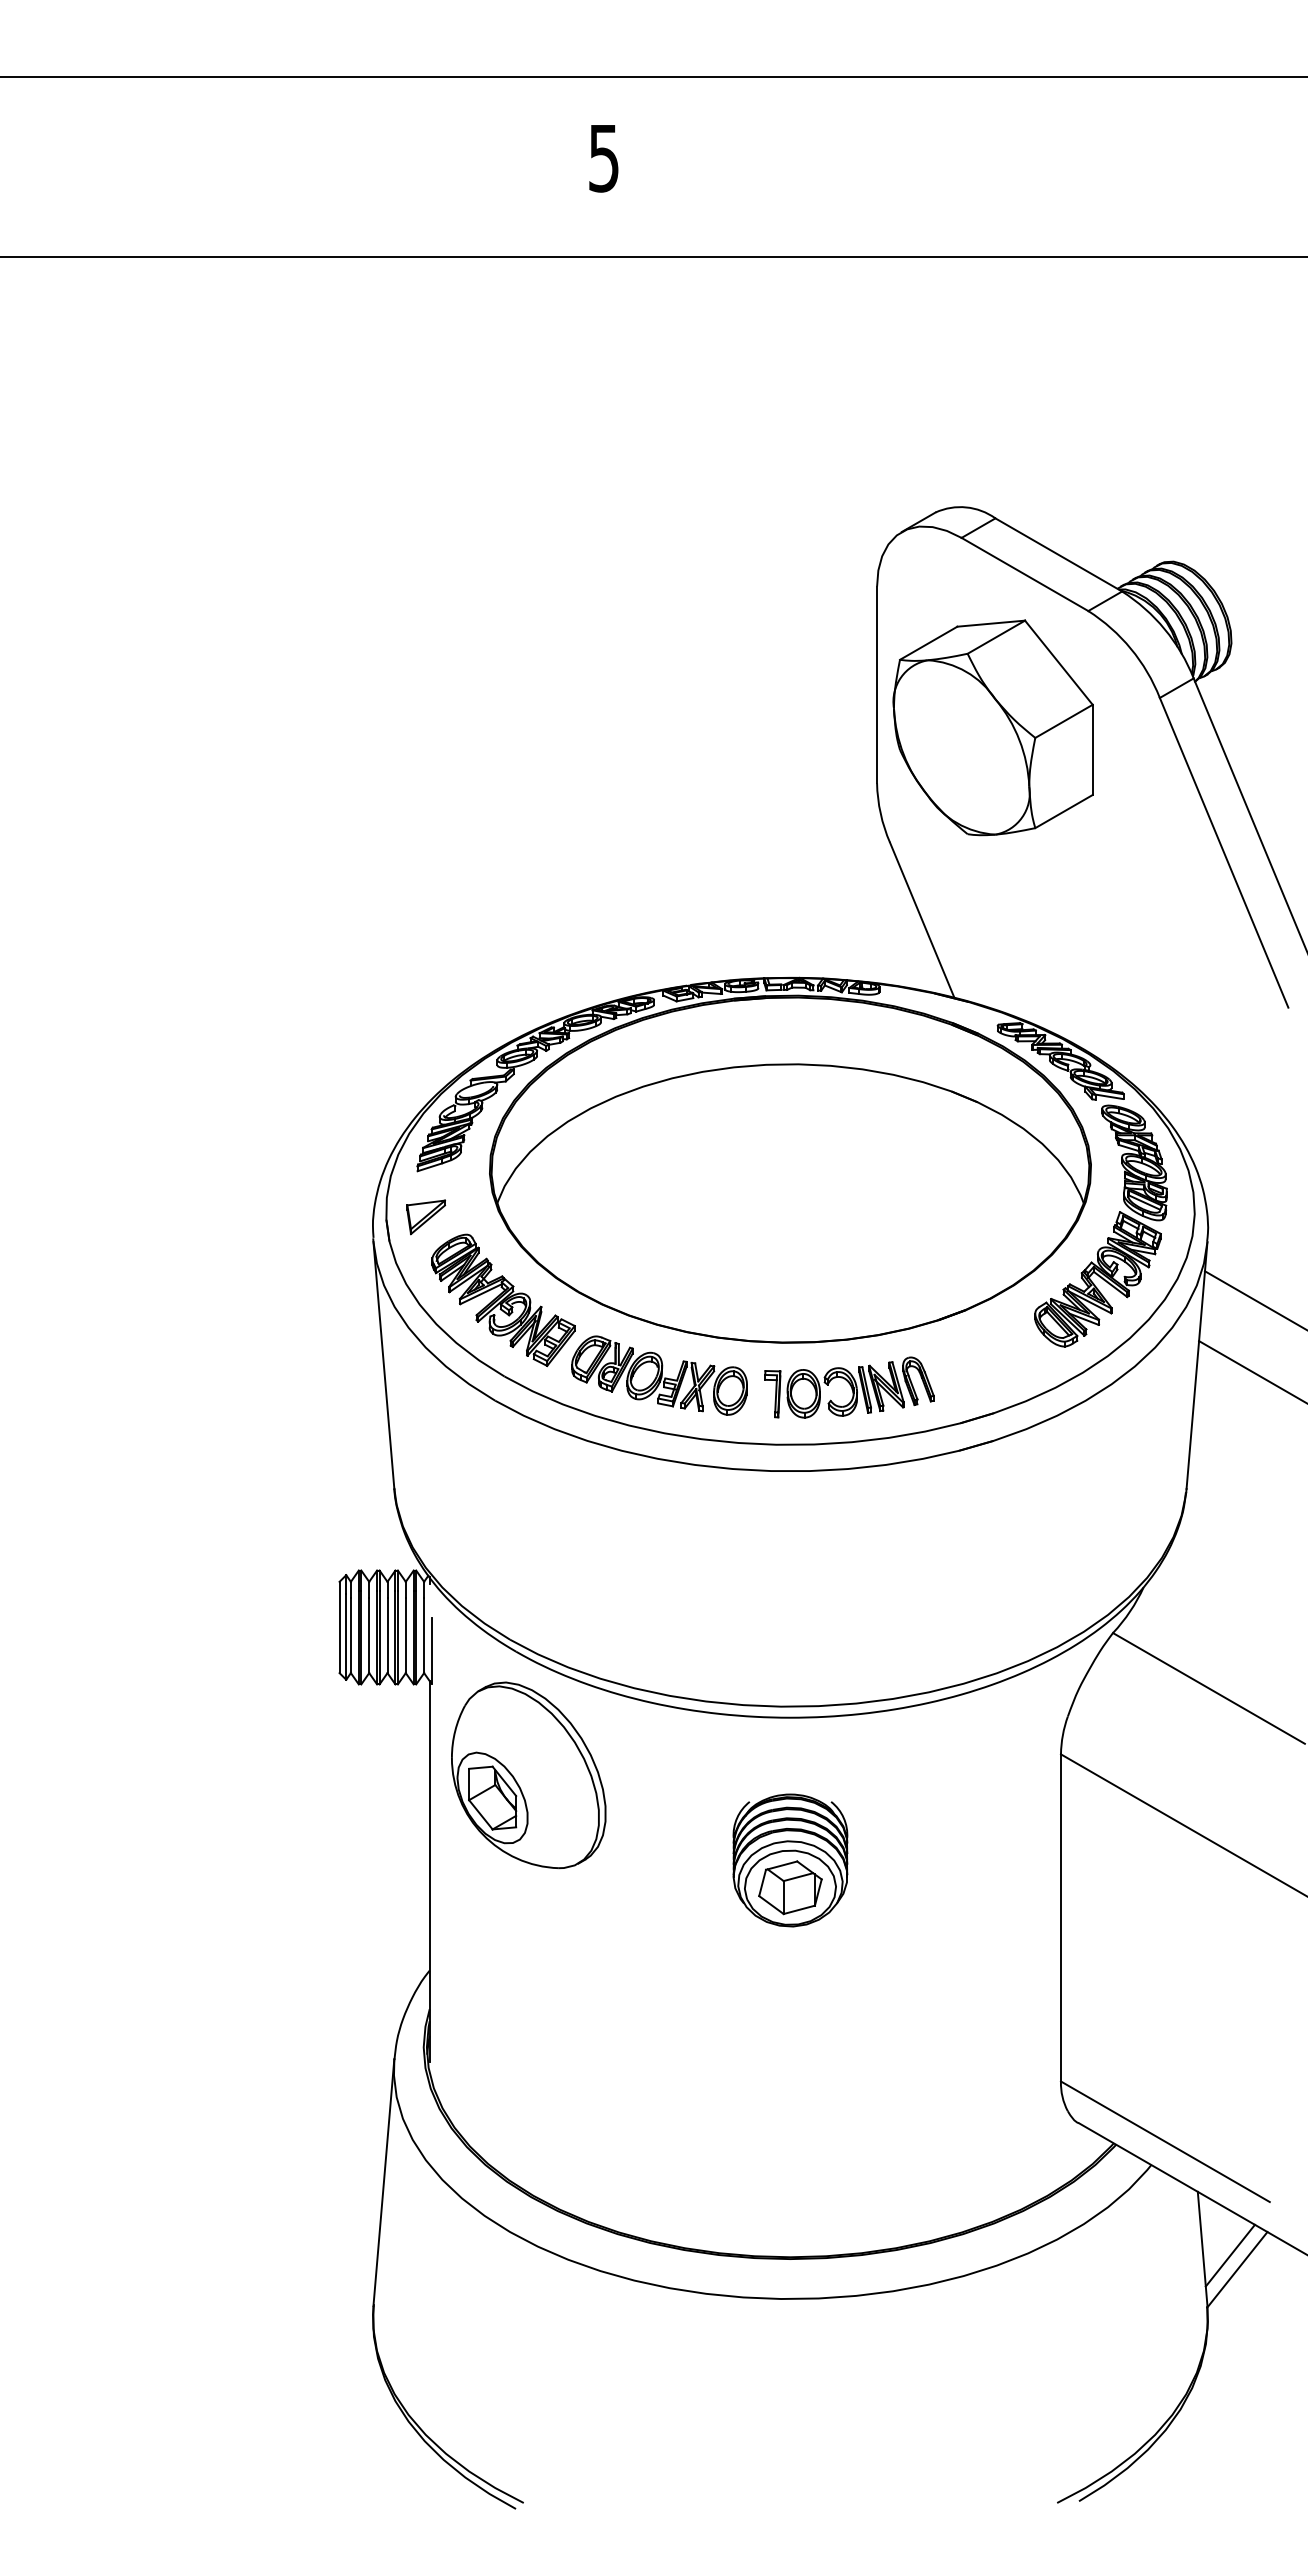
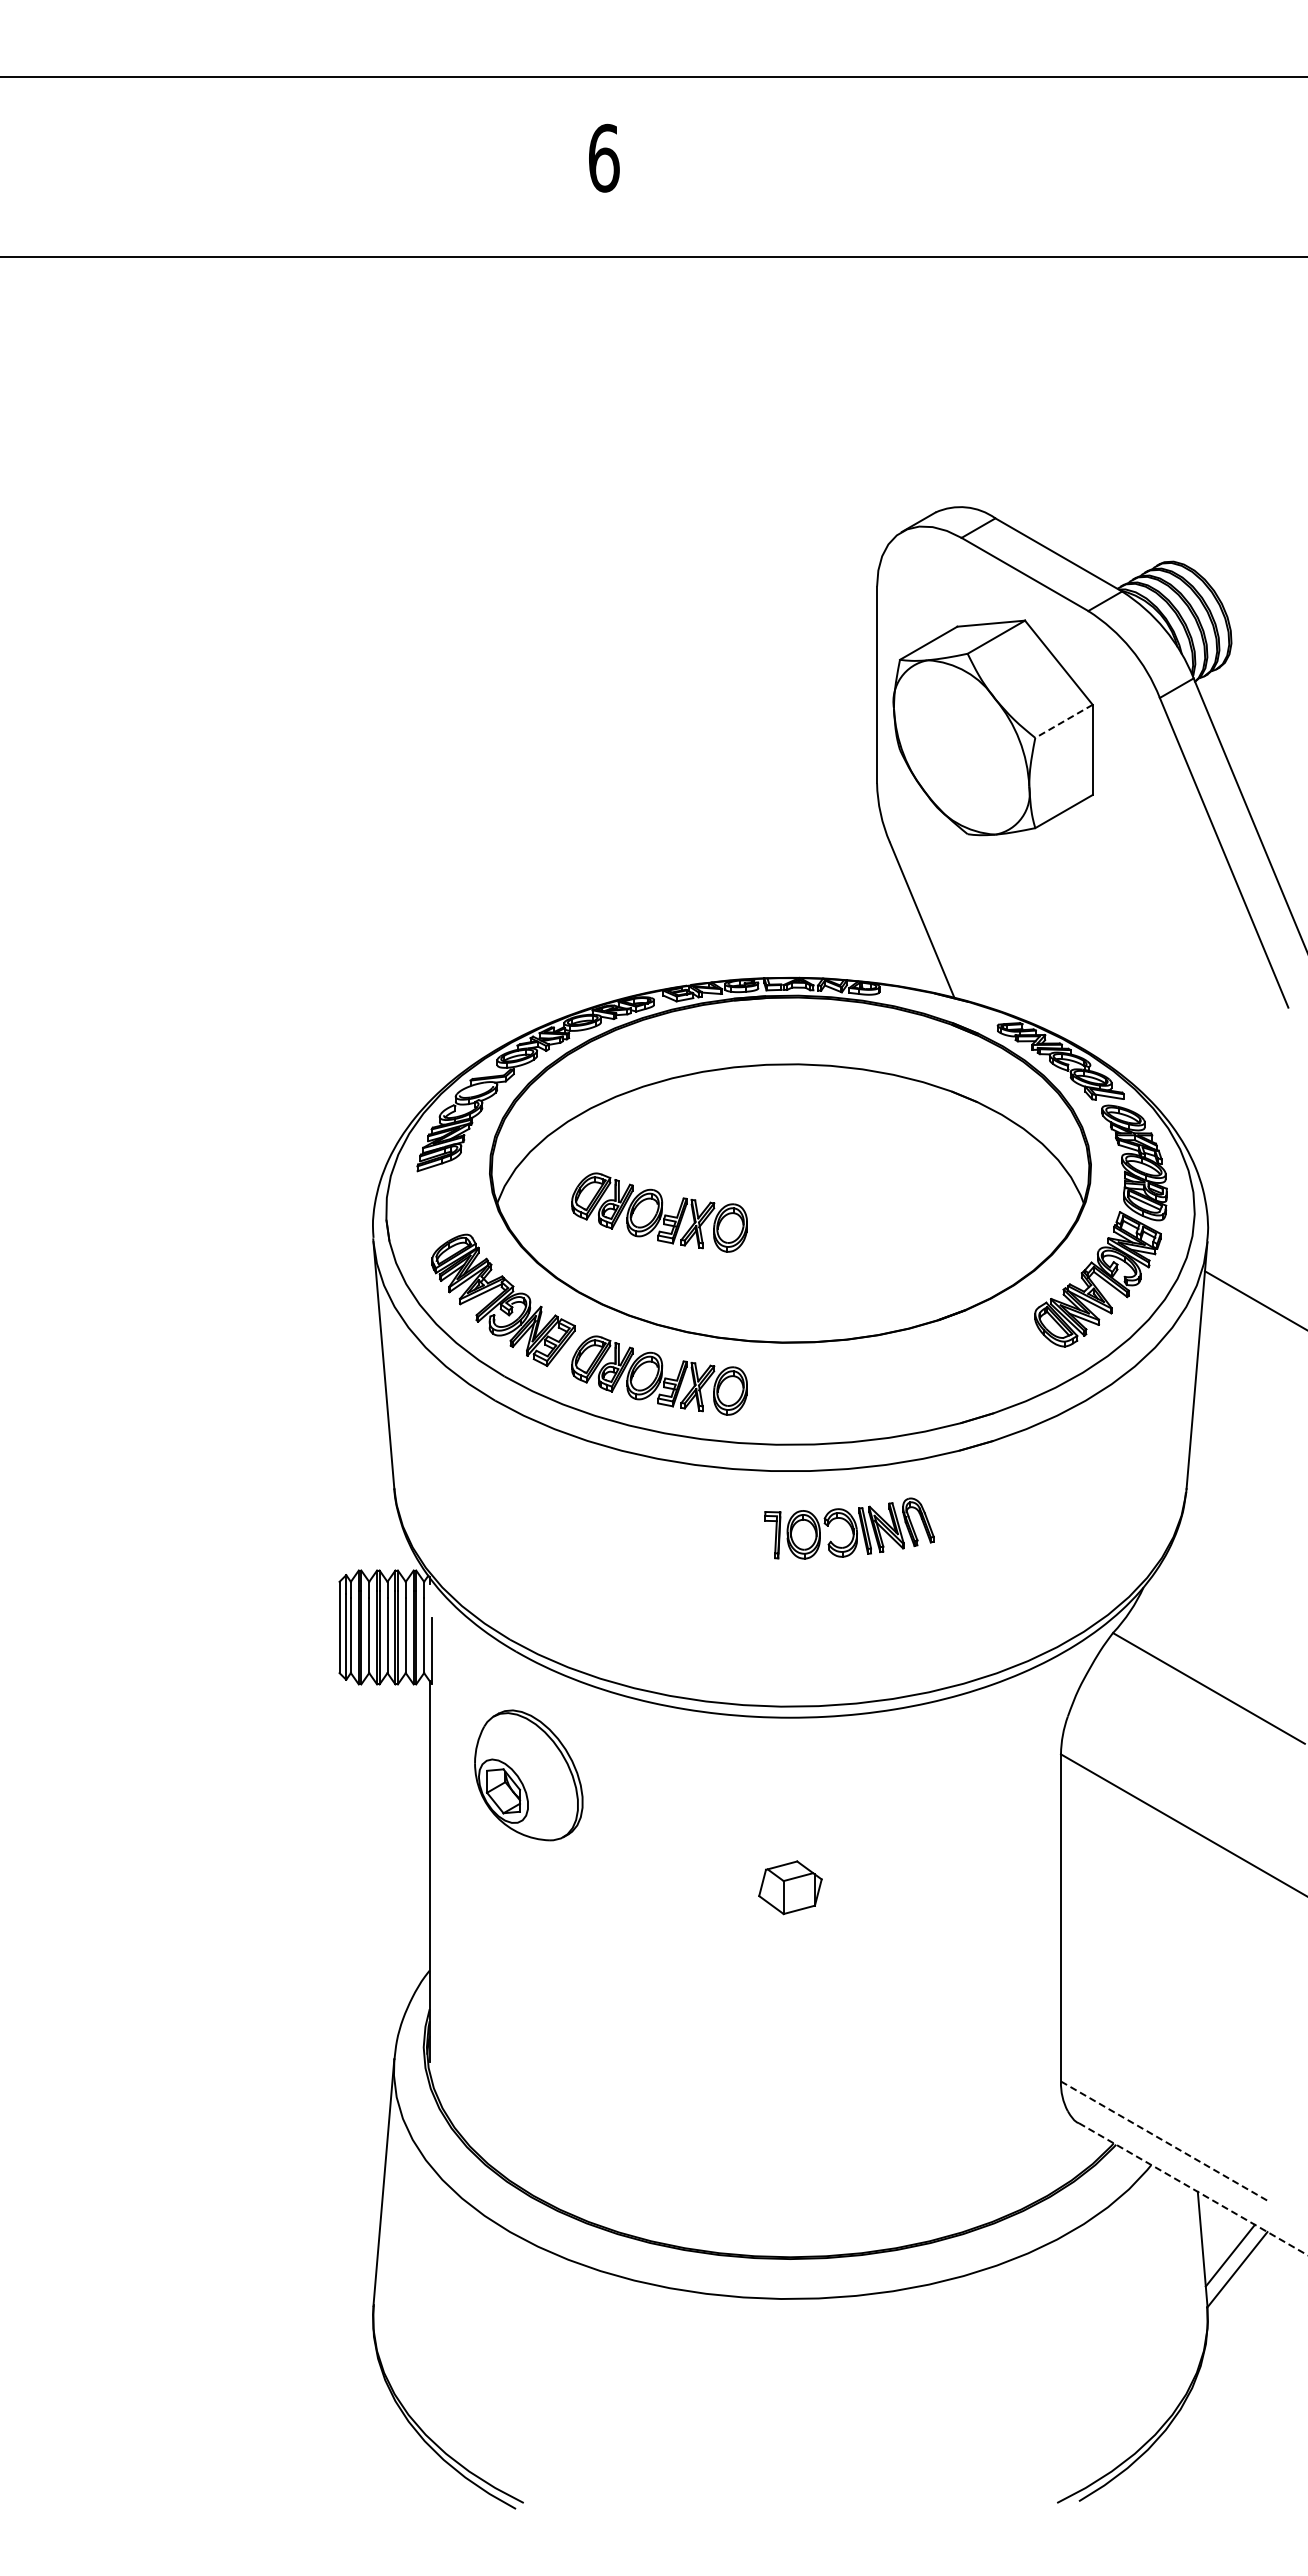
text at (604, 157): 5 -> 6
line at (1063, 721): solid -> dashed
part at (659, 1212): none -> present
part at (425, 1217): present -> none
line at (1251, 1371): present -> none
part at (849, 1387) position: (849, 1387) -> (849, 1528)
part at (528, 1775) size: 156x189 px -> 110x133 px
part at (790, 1860): present -> none
line at (1165, 2141): solid -> dashed
line at (1193, 2189): solid -> dashed
